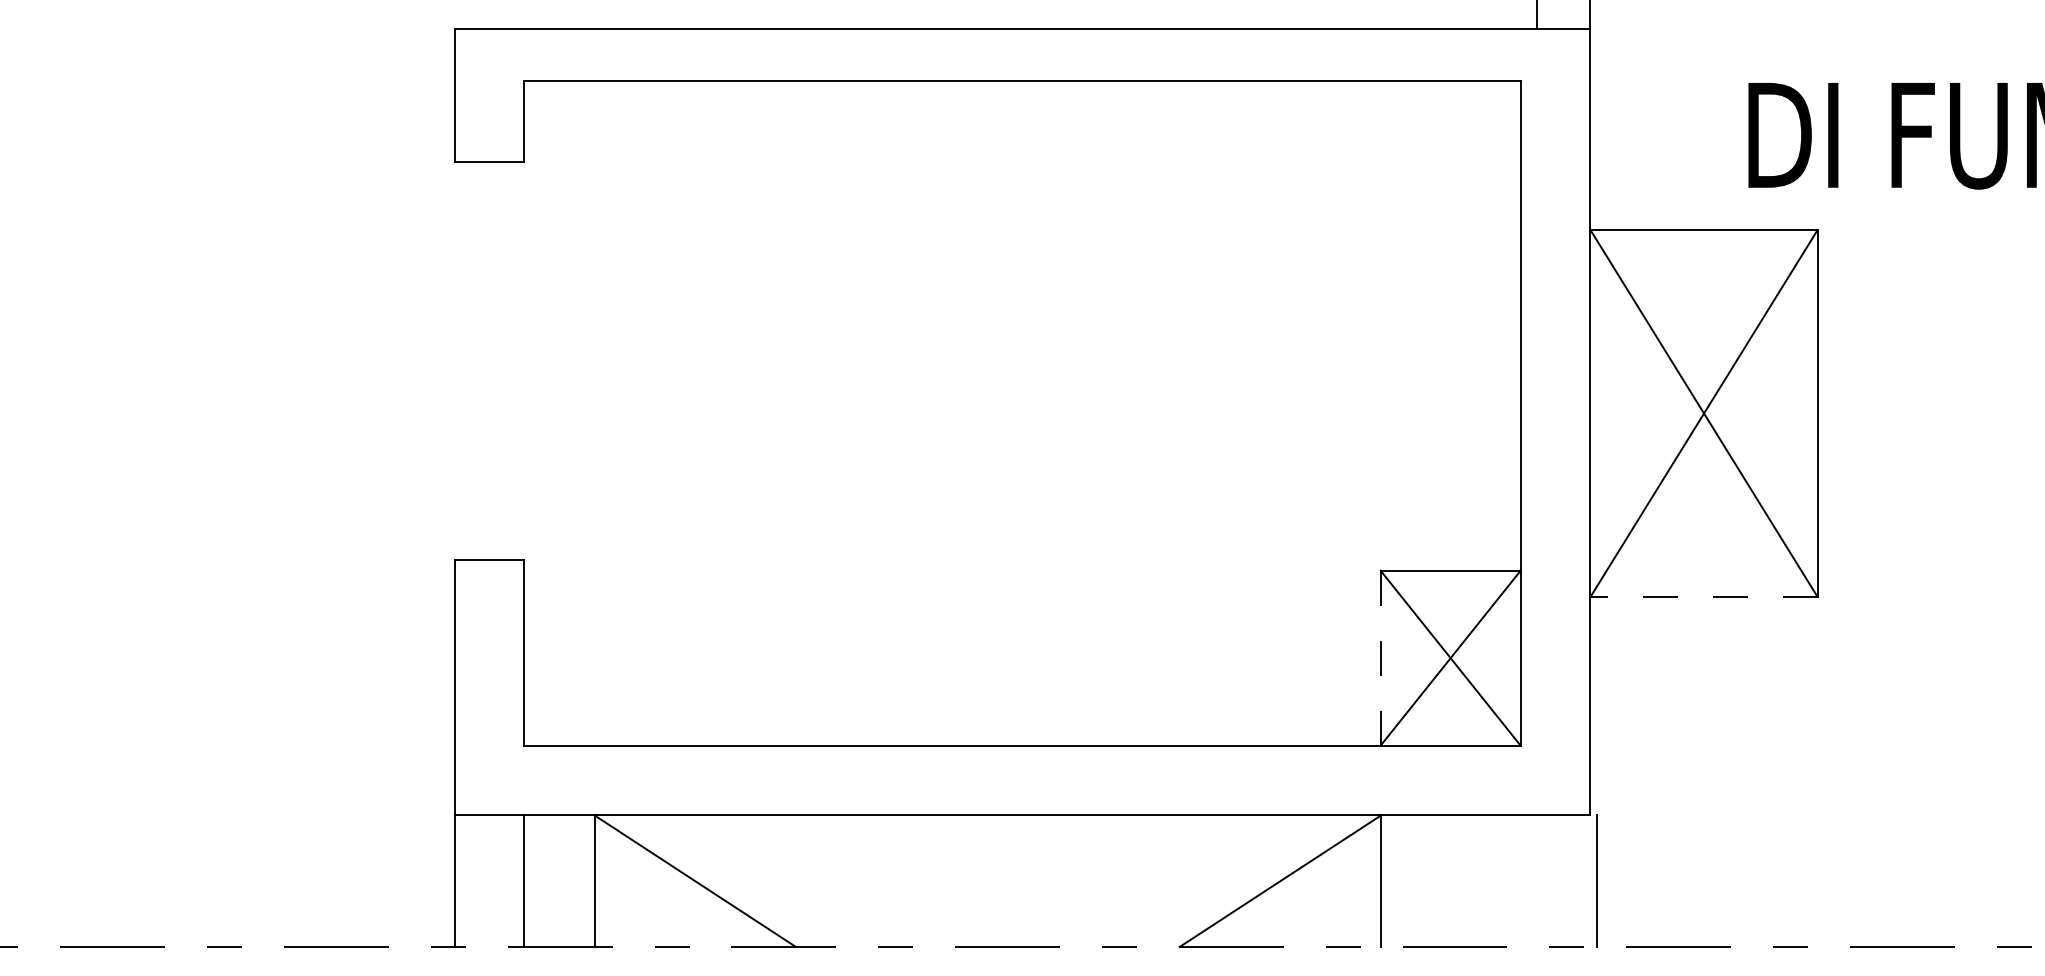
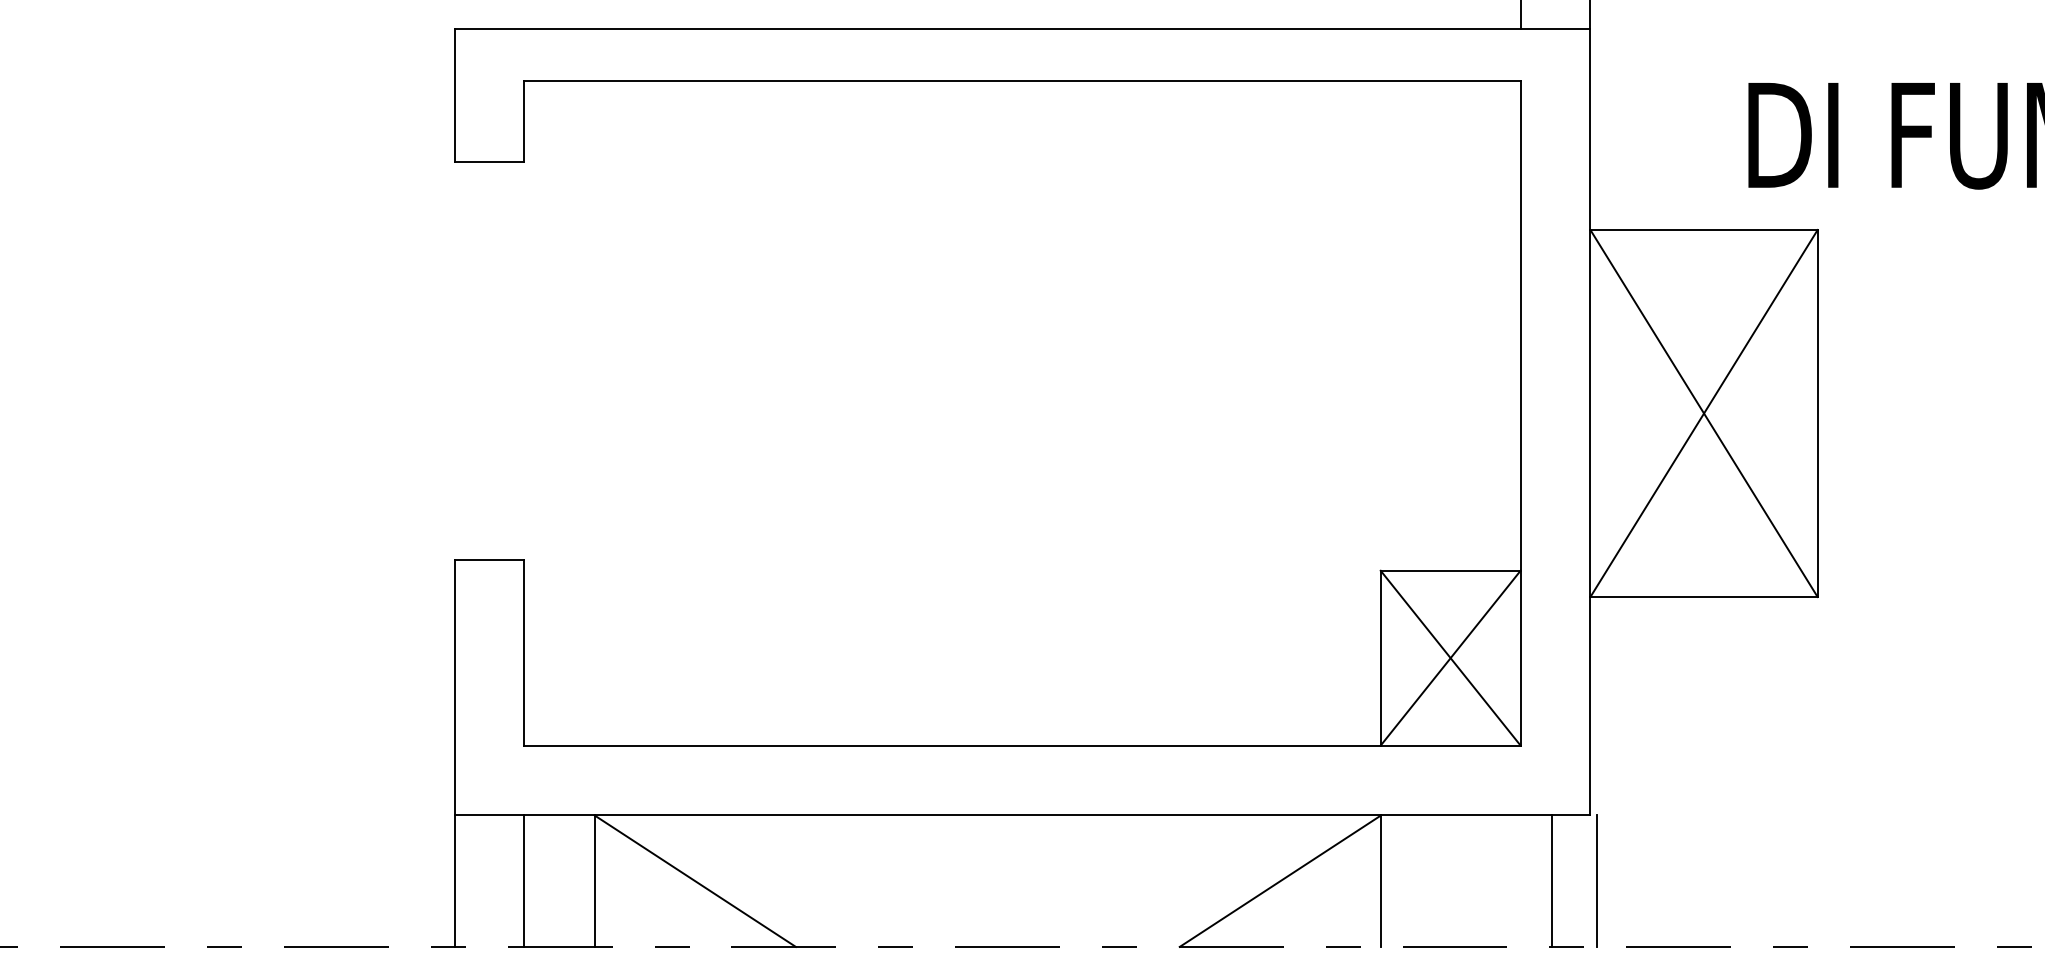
line at (1536, 15) position: (1536, 15) -> (1520, 15)
line at (1704, 597): dashed -> solid
line at (1380, 657): dashed -> solid
line at (1552, 880): none -> present
